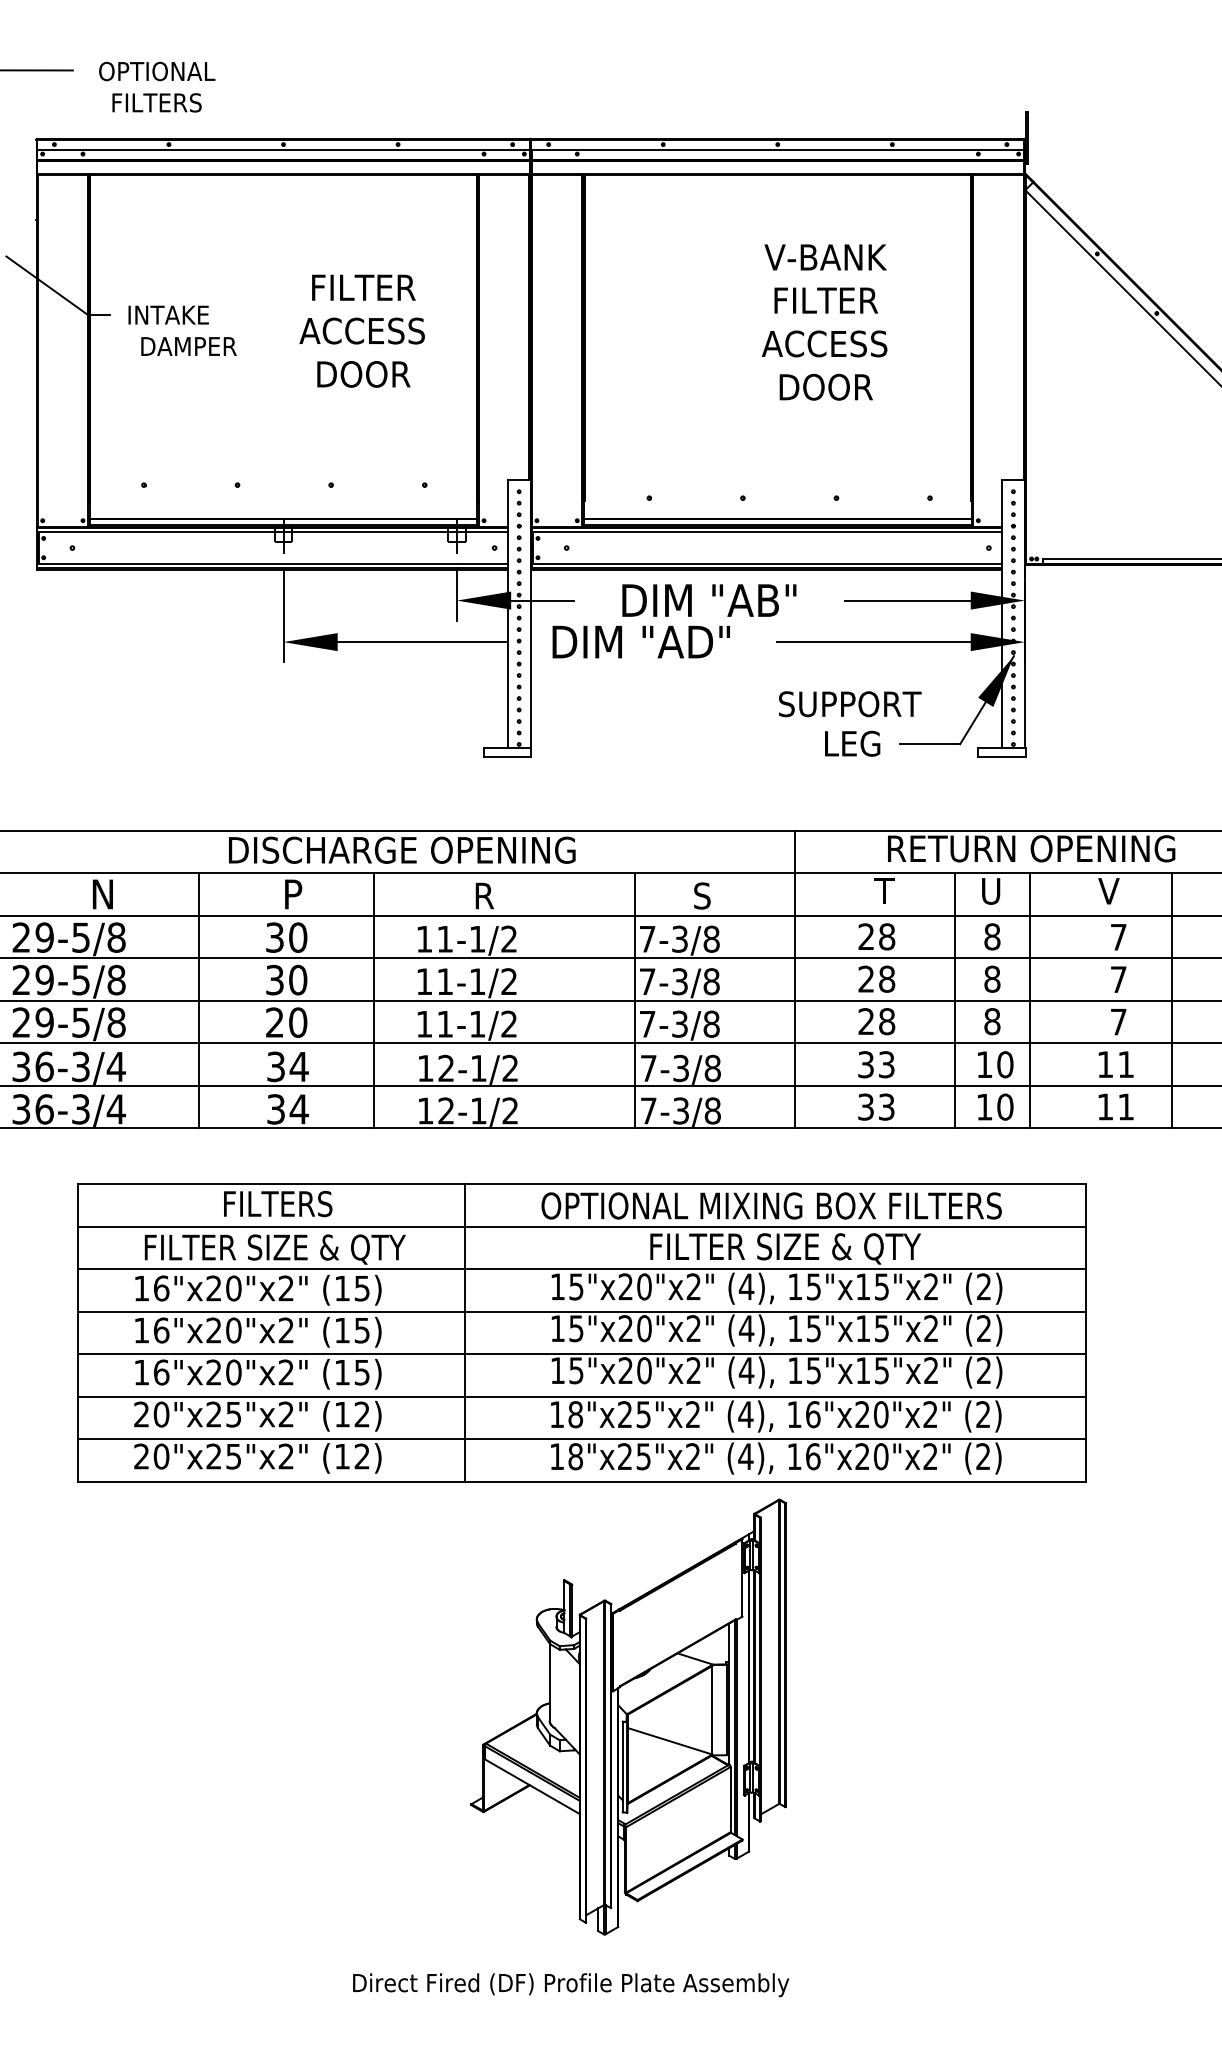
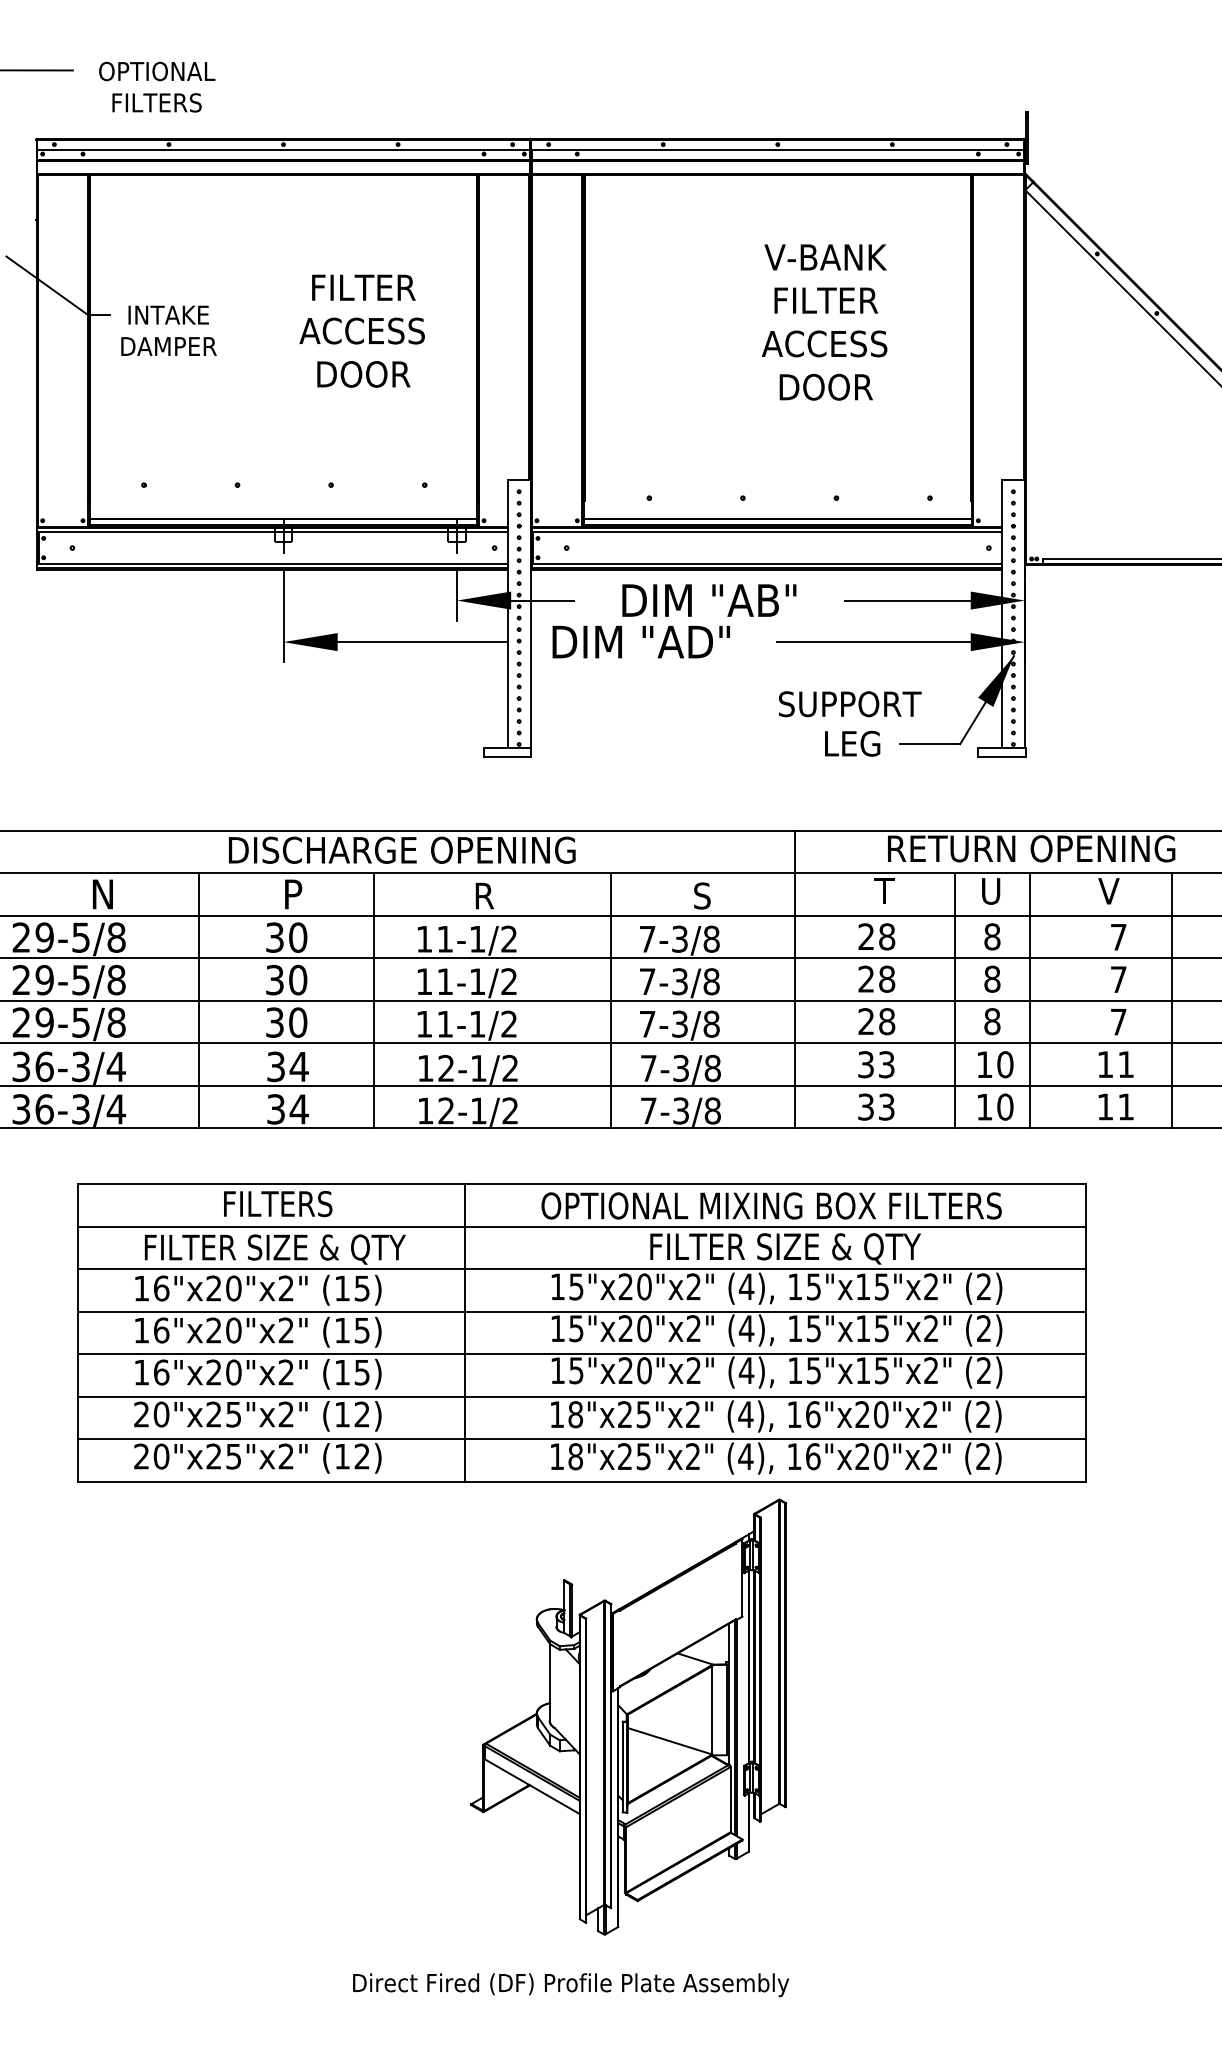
text at (188, 346) position: (188, 346) -> (168, 346)
line at (635, 1000) position: (635, 1000) -> (611, 1000)
text at (274, 1022): 20 -> 30
